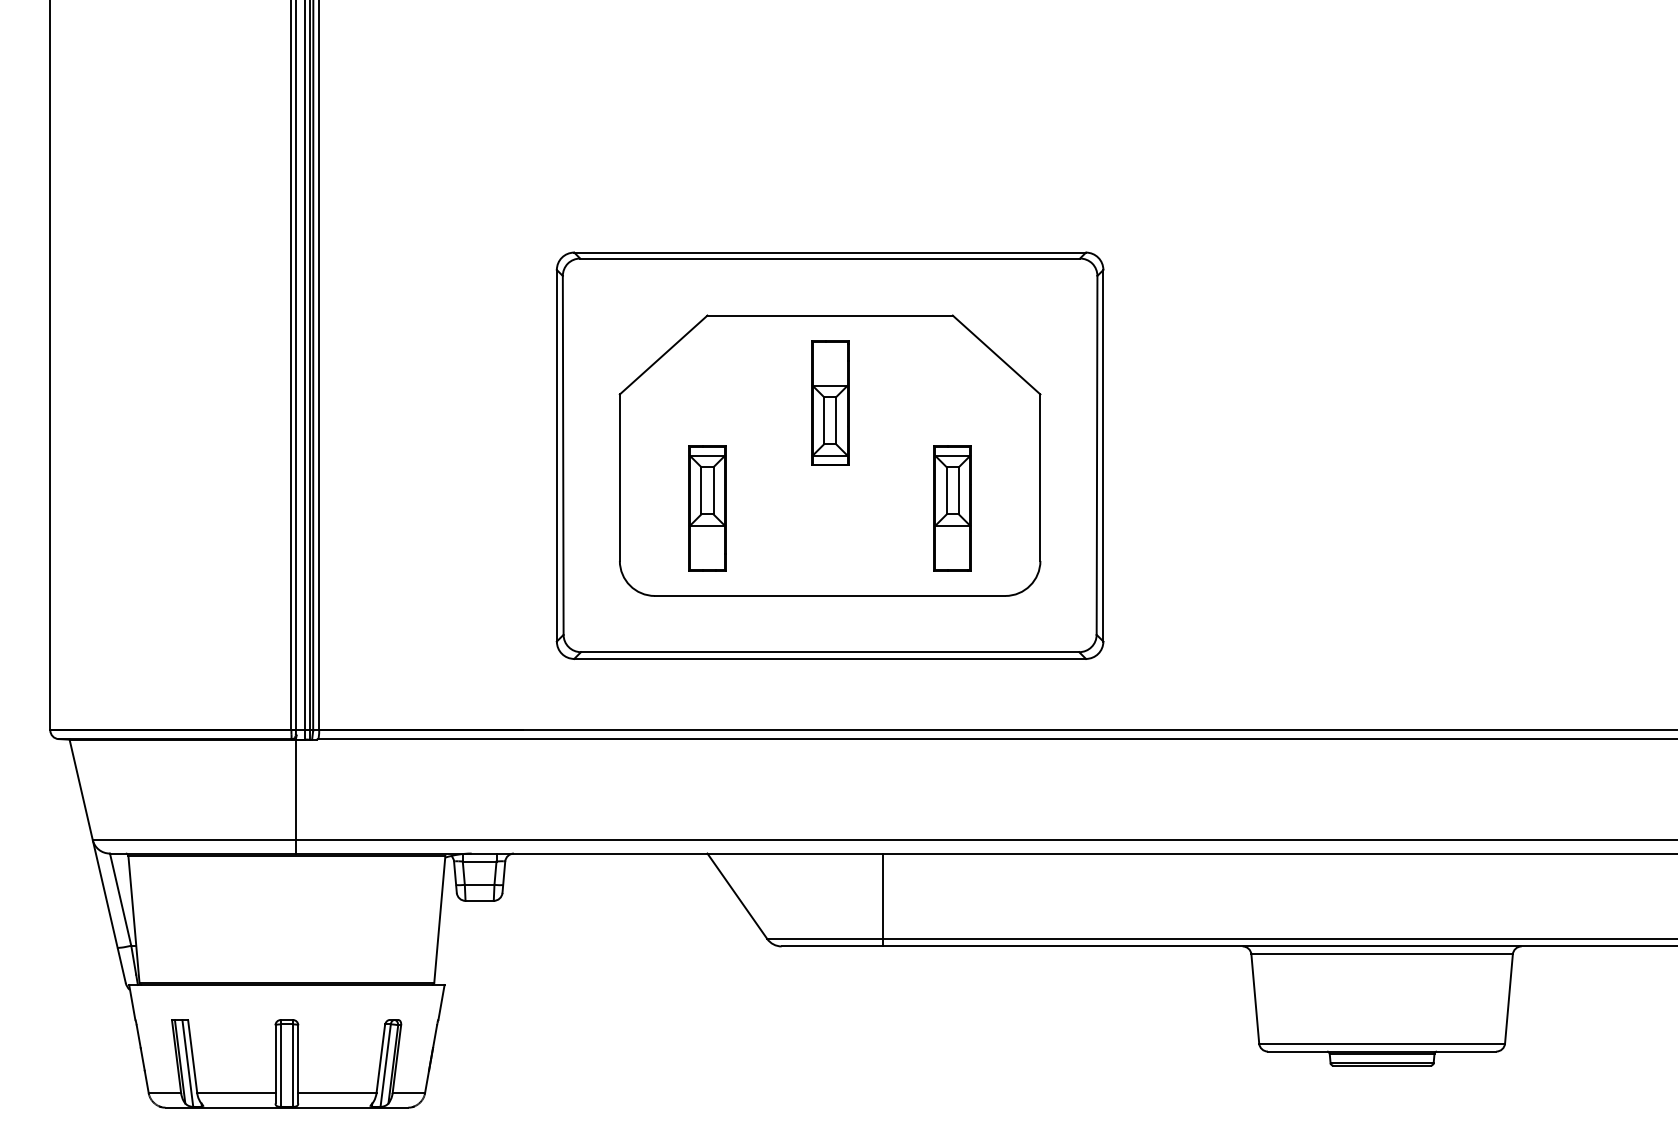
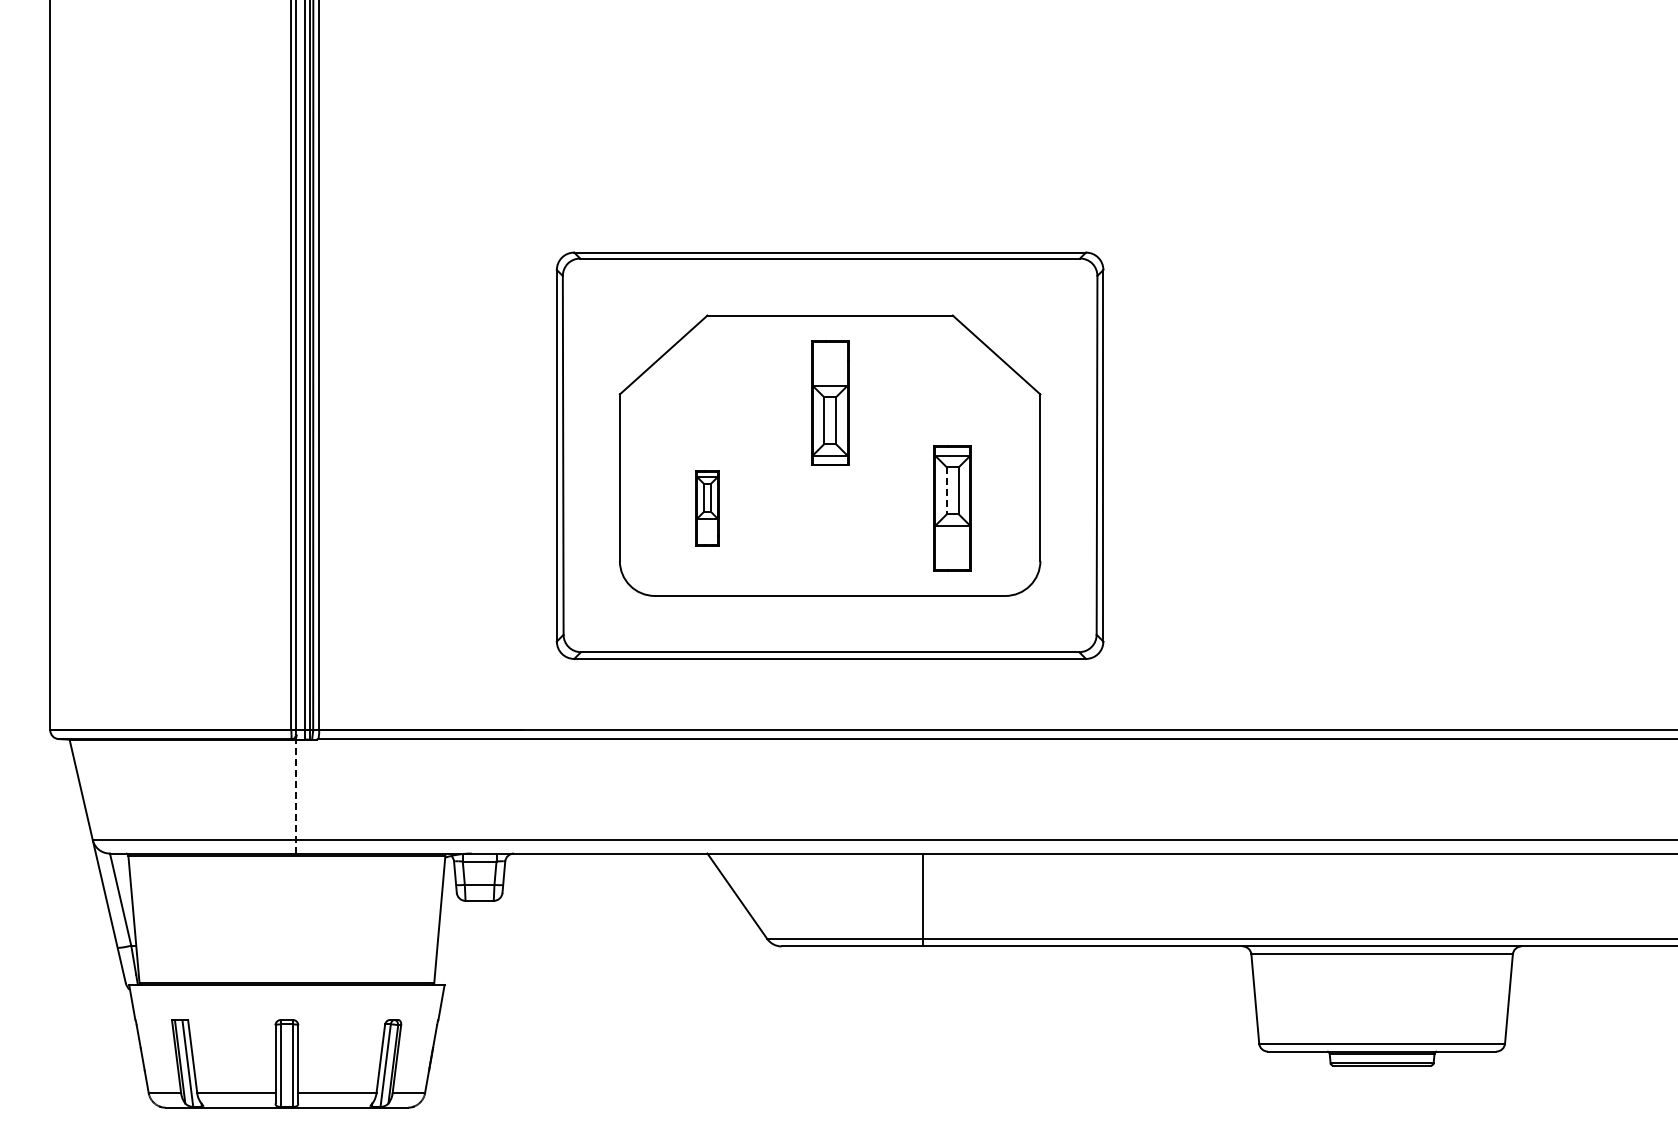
line at (946, 490): solid -> dashed
part at (707, 508) size: 39x127 px -> 25x77 px
line at (295, 796): solid -> dashed
line at (882, 899) position: (882, 899) -> (922, 899)
